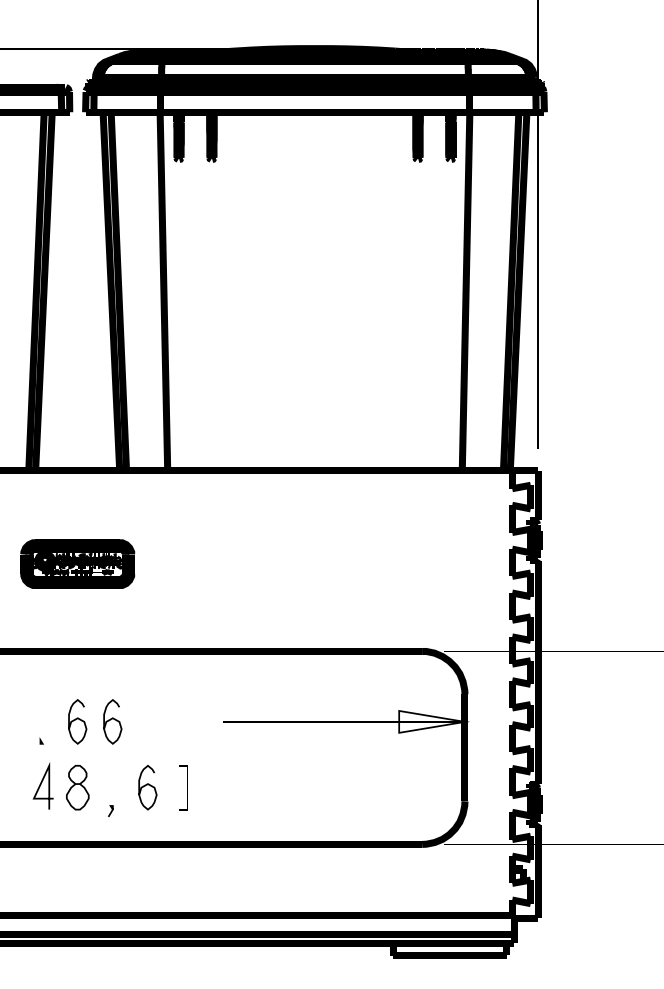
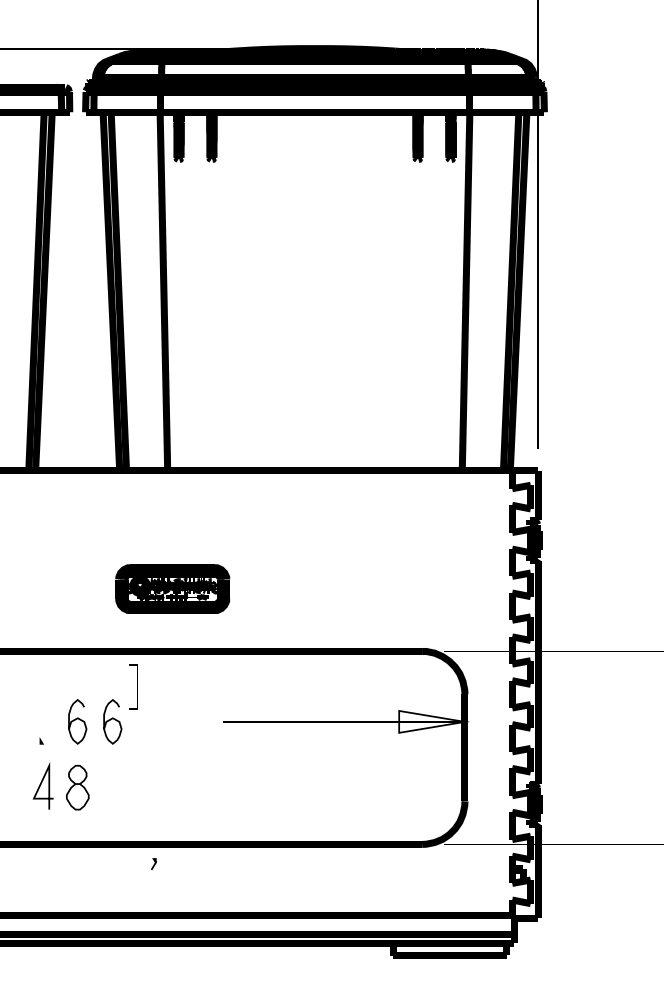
part at (77, 563) position: (77, 563) -> (172, 588)
curve at (147, 785): present -> none
line at (187, 787) position: (187, 787) -> (137, 686)
line at (111, 810) position: (111, 810) -> (154, 863)
